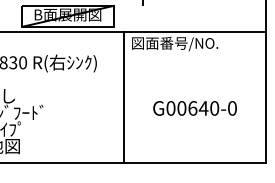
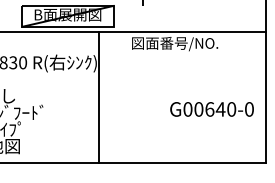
line at (124, 97) position: (124, 97) -> (99, 97)
text at (194, 108) position: (194, 108) -> (211, 109)
